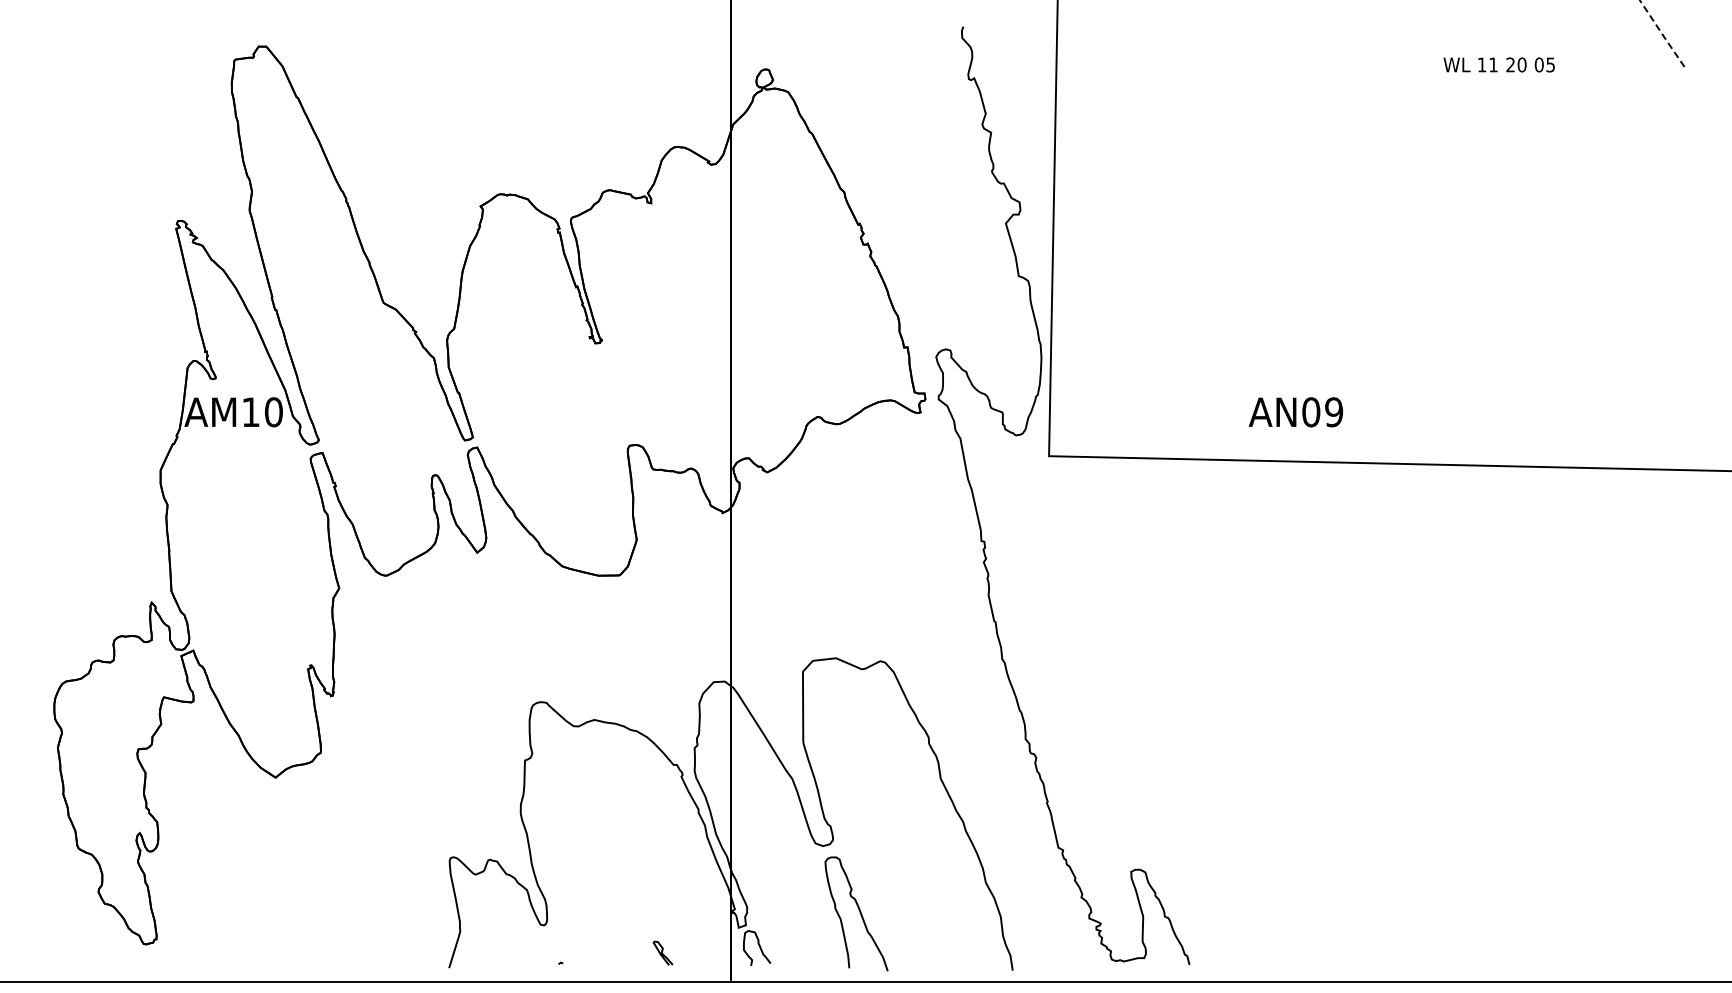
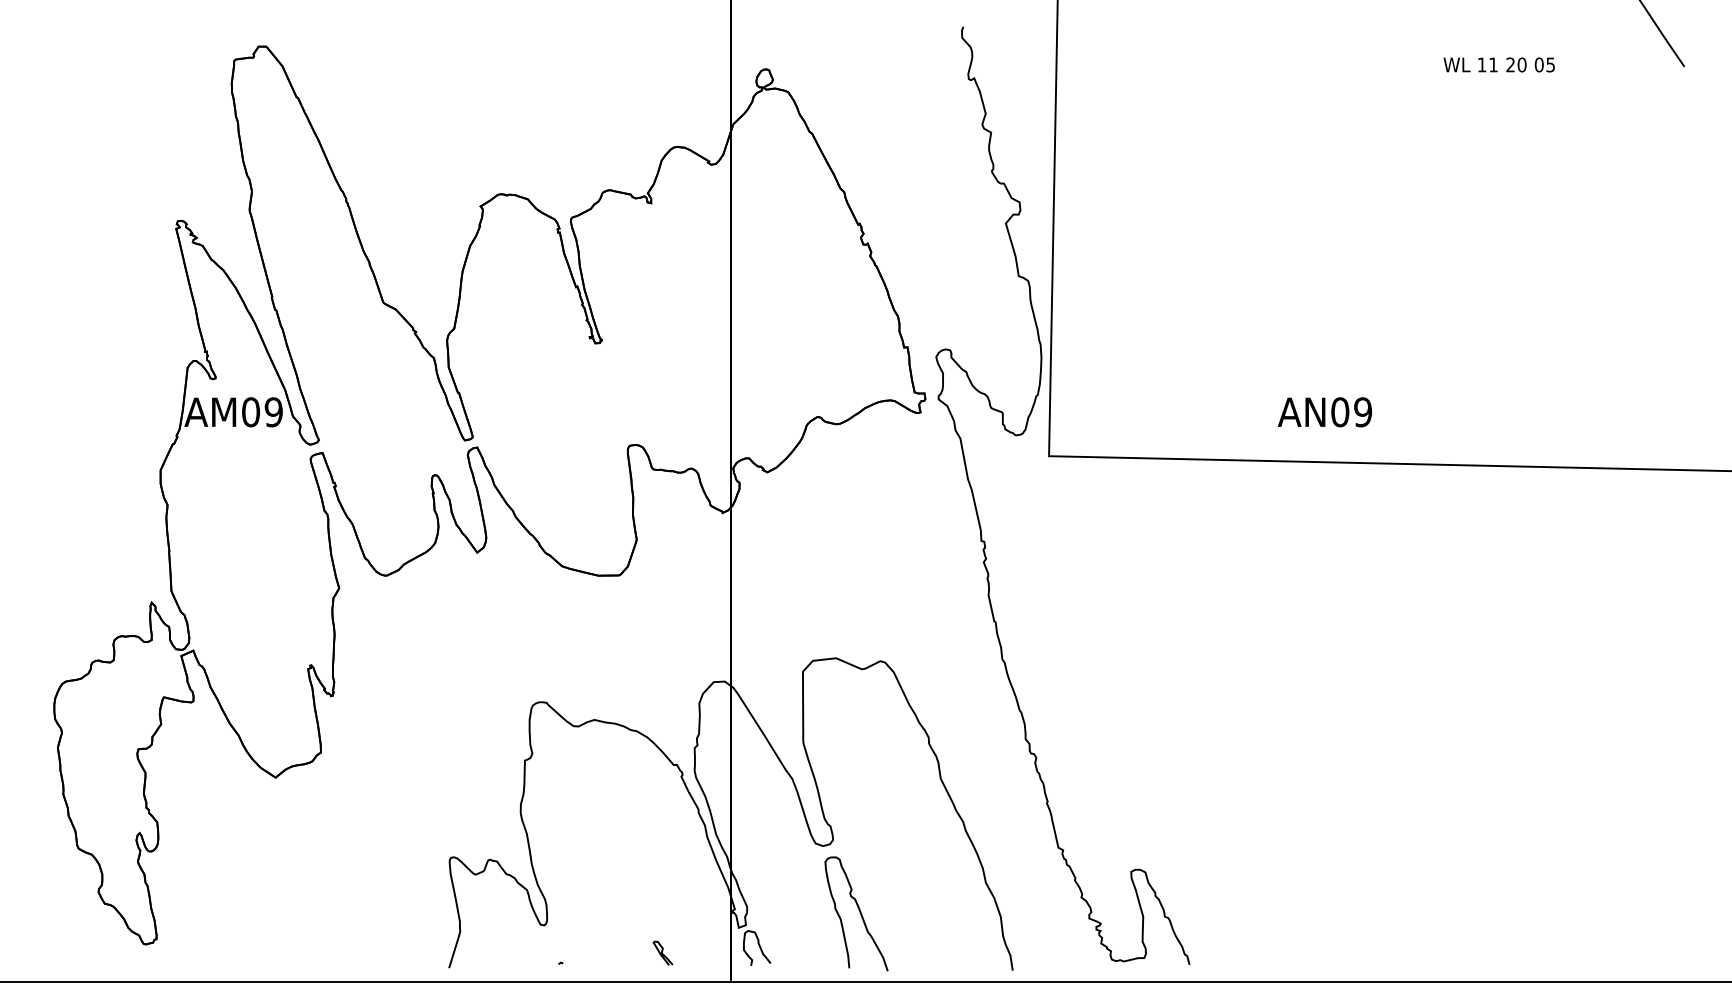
line at (1662, 34): dashed -> solid
text at (262, 412): AM10 -> AM09
text at (1295, 412) position: (1295, 412) -> (1324, 412)
